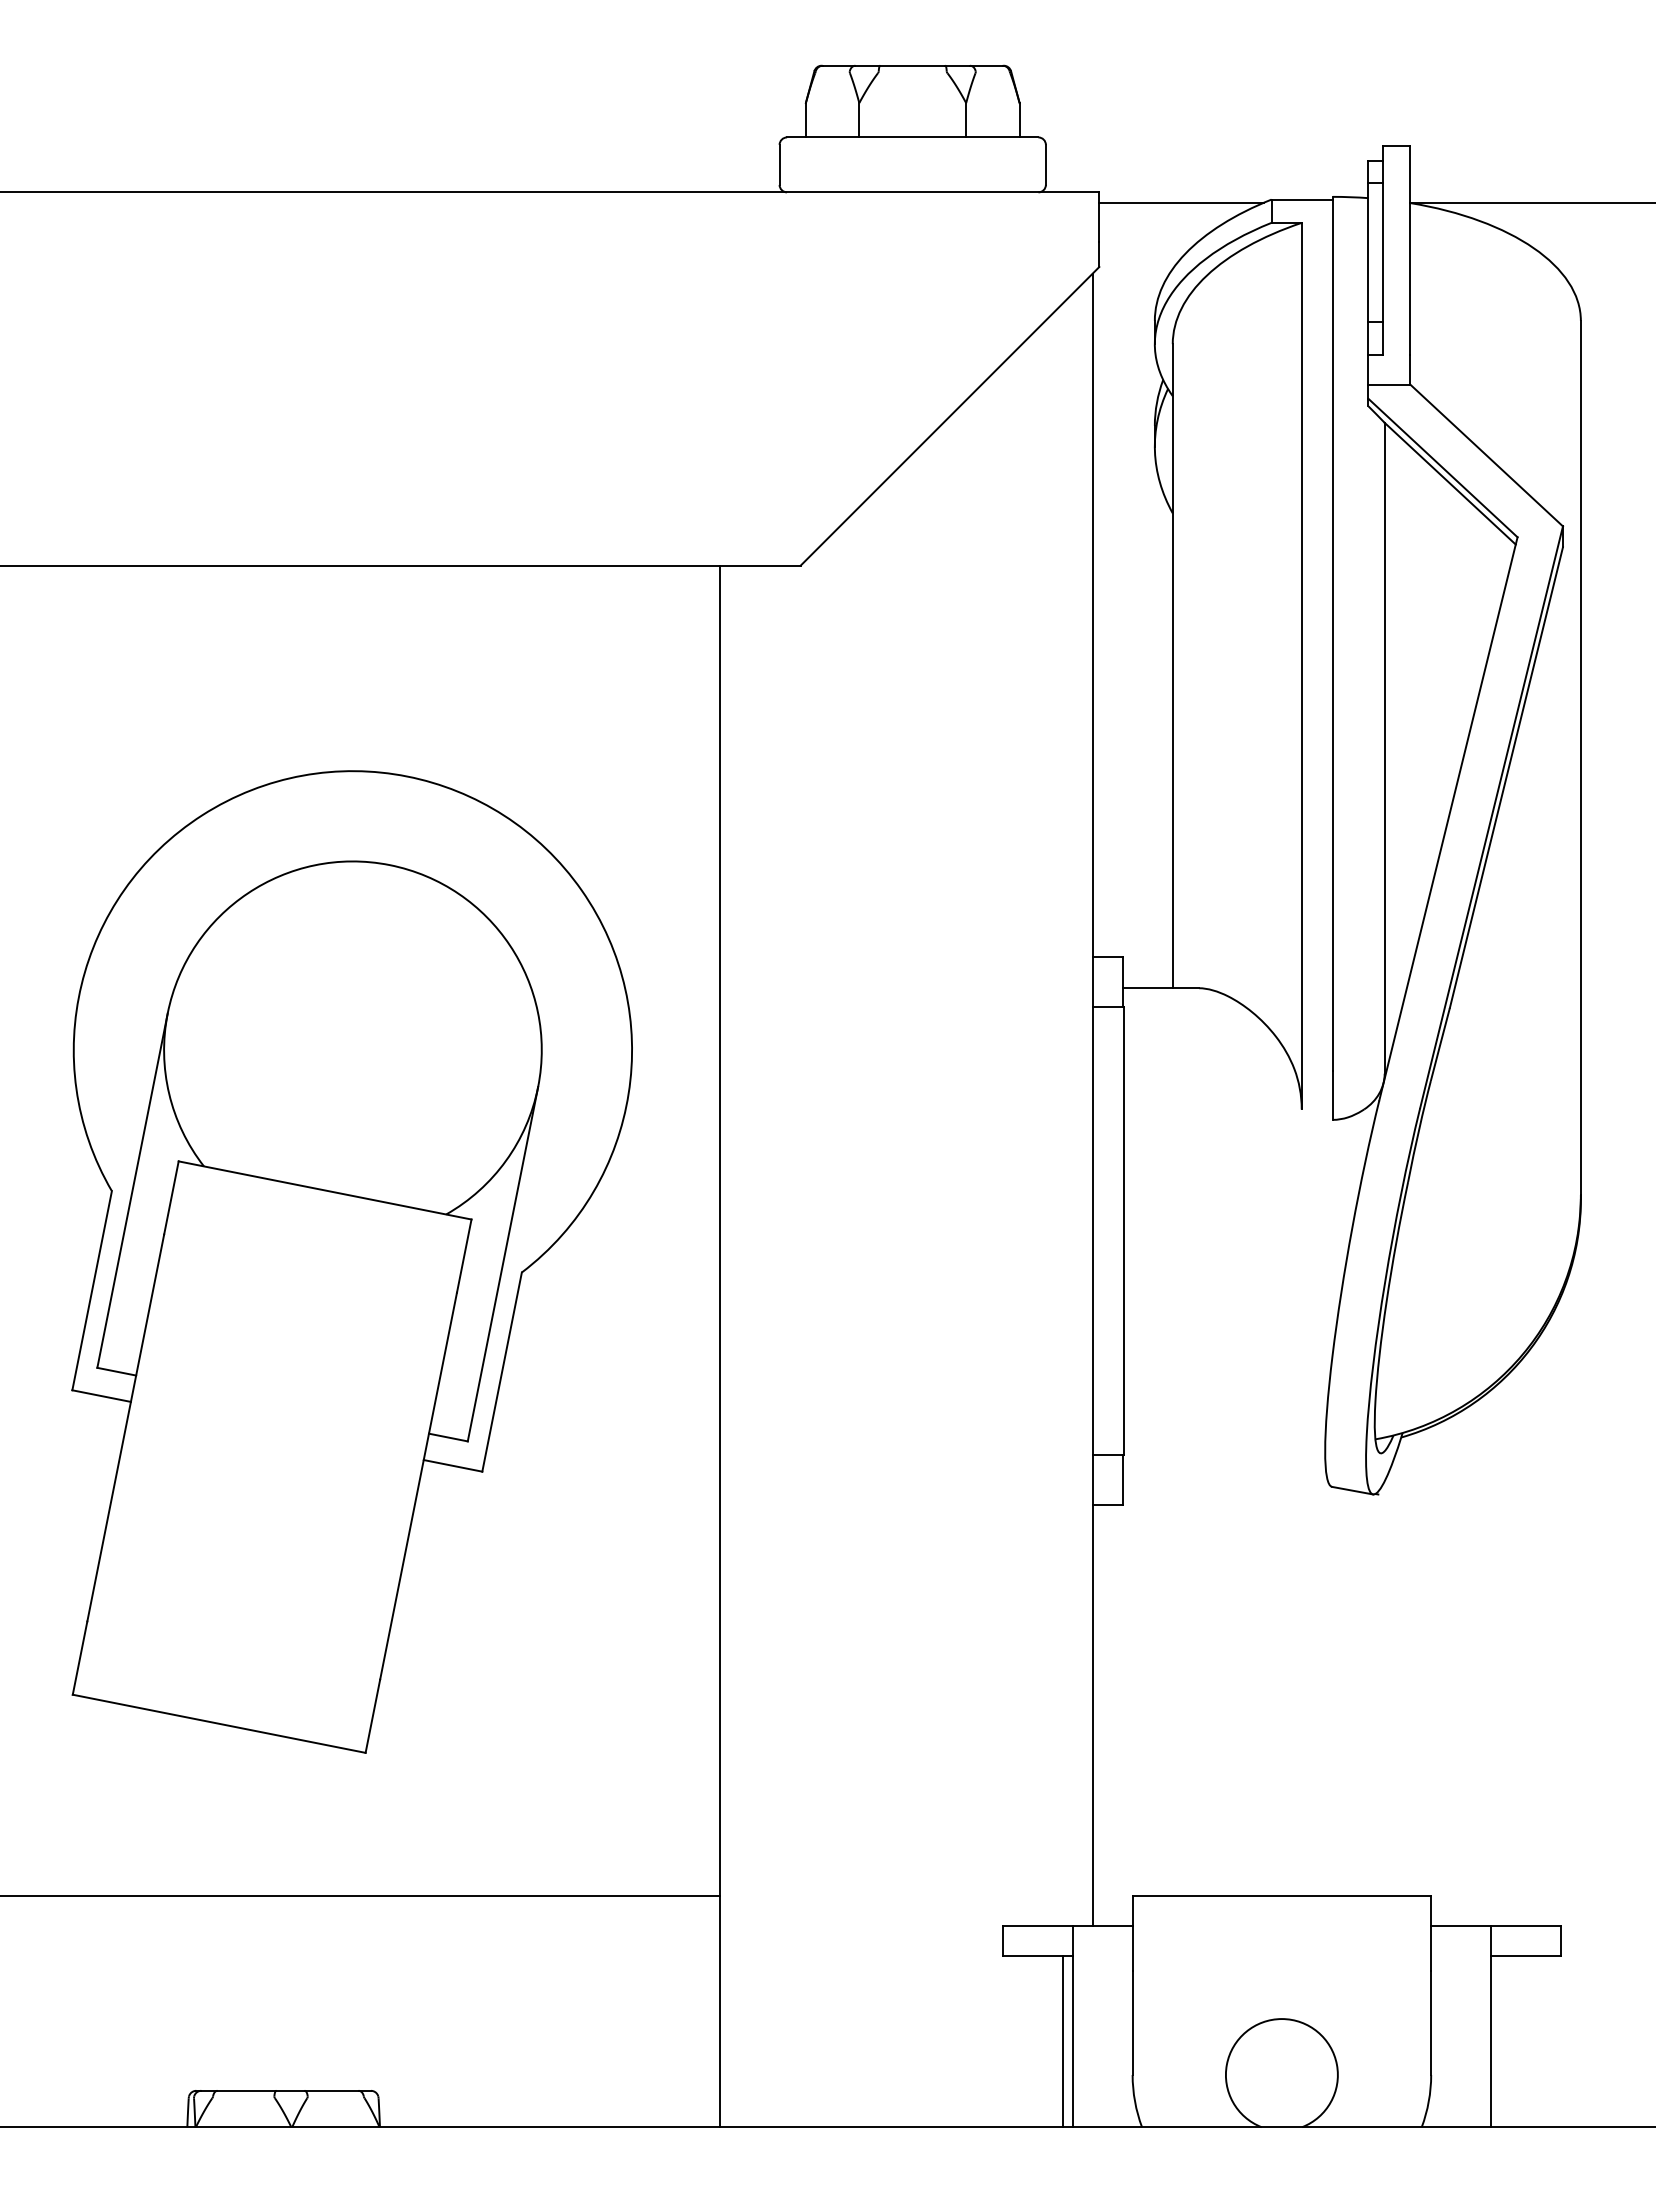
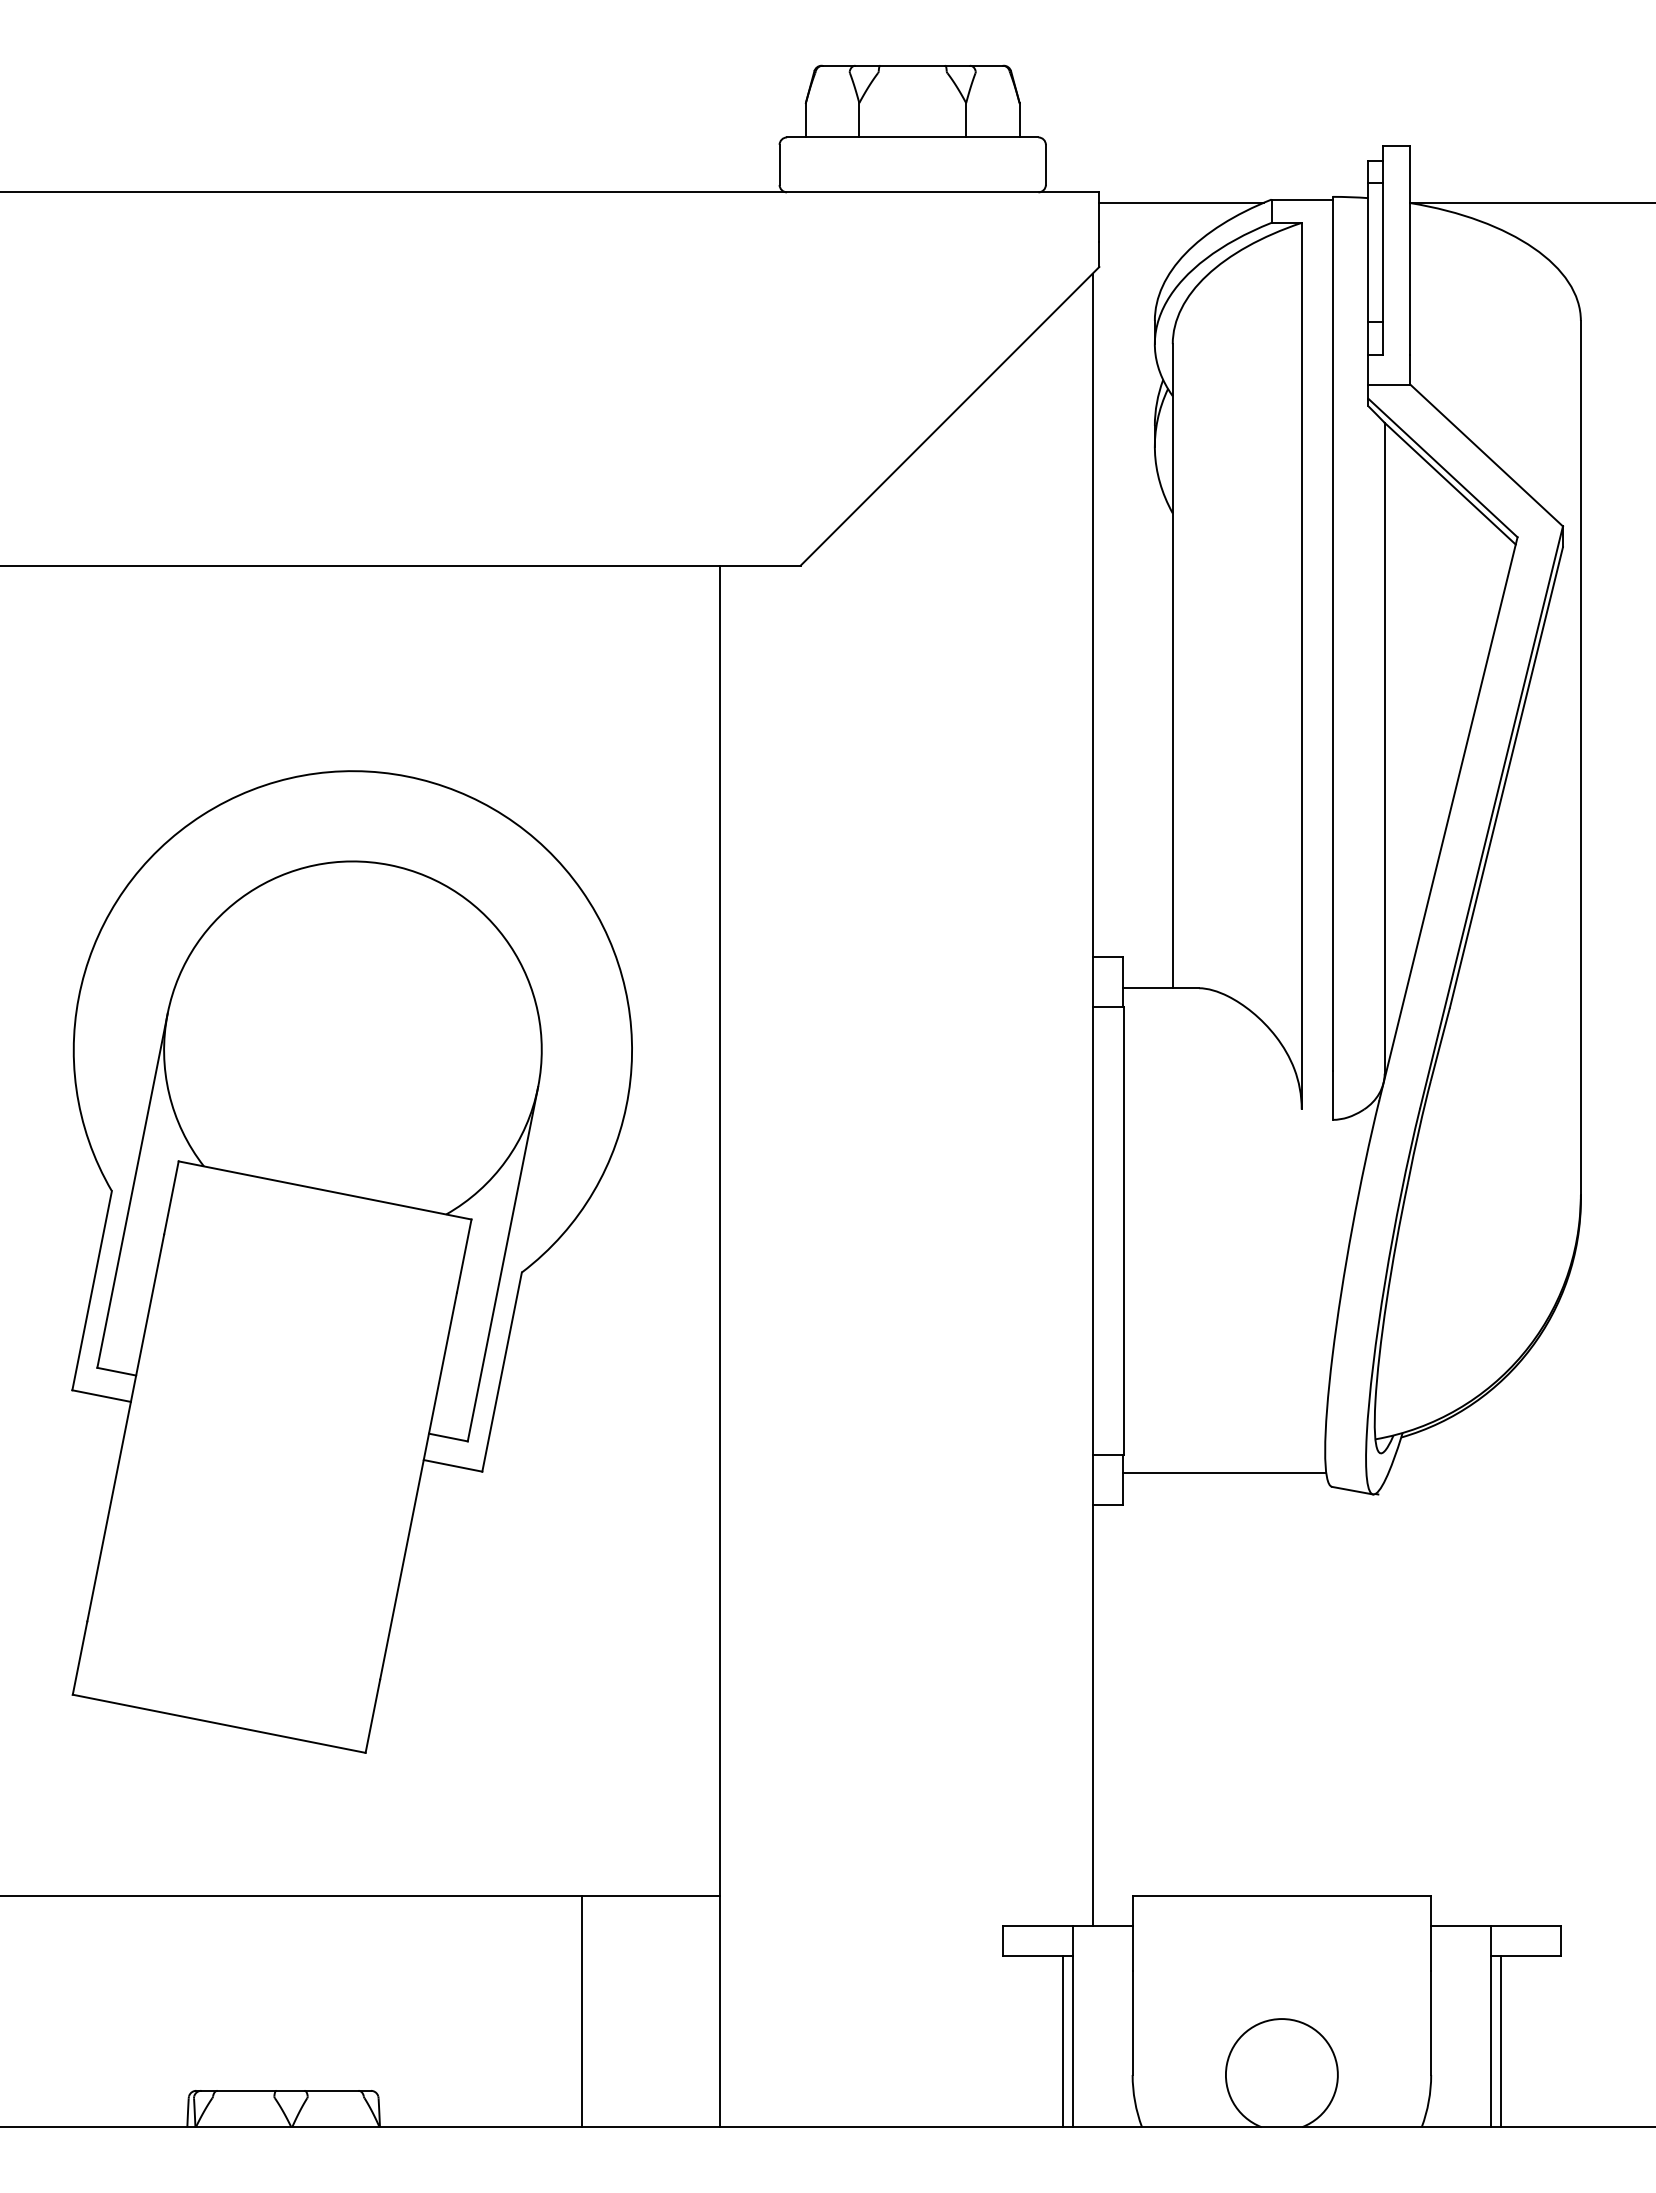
line at (1224, 1473): none -> present
line at (582, 2011): none -> present
line at (1500, 2041): none -> present
